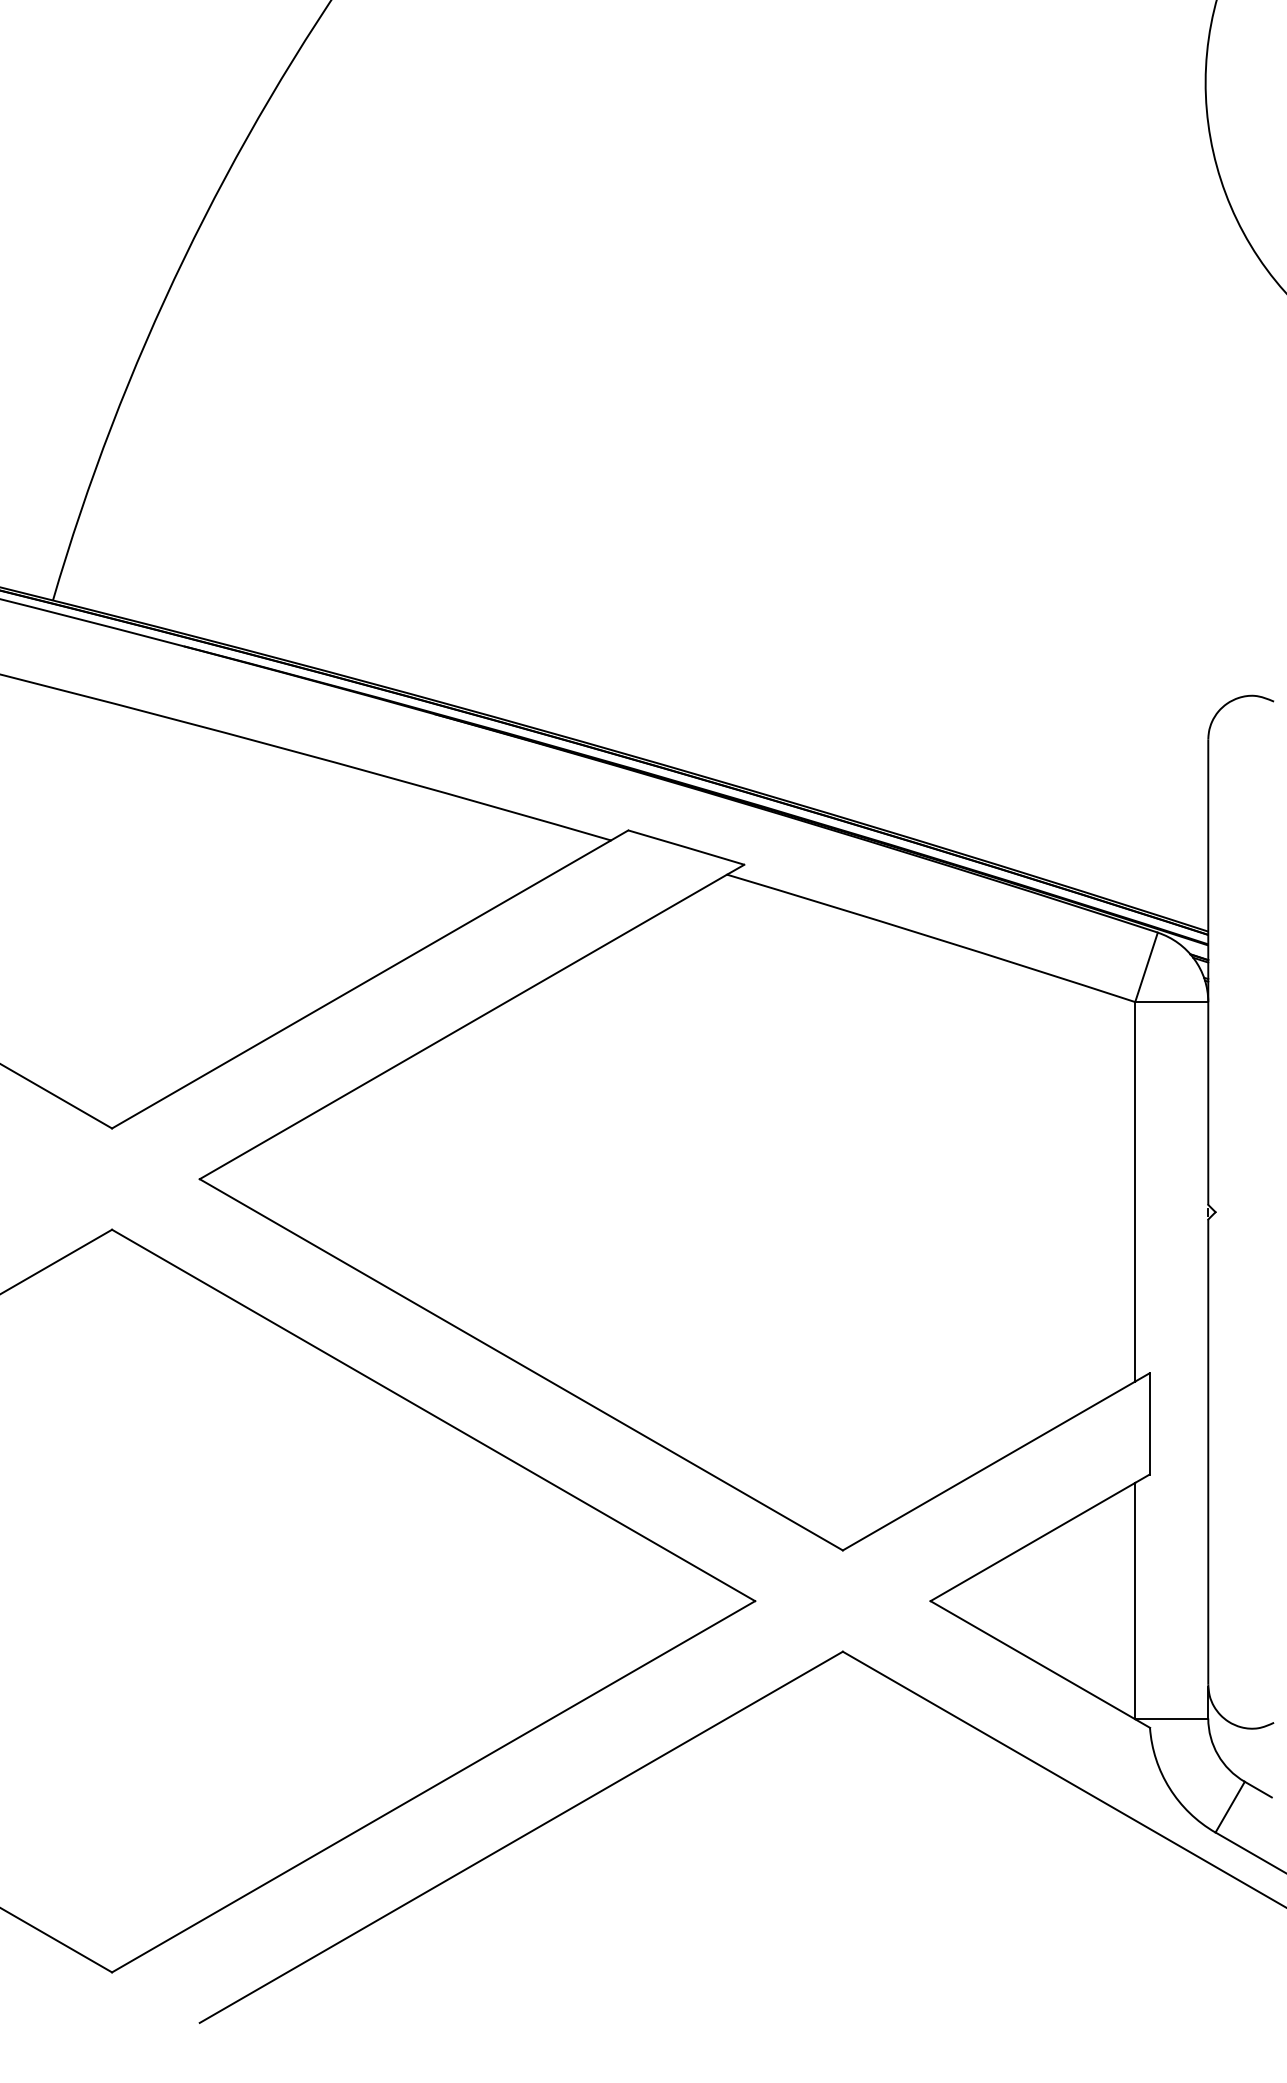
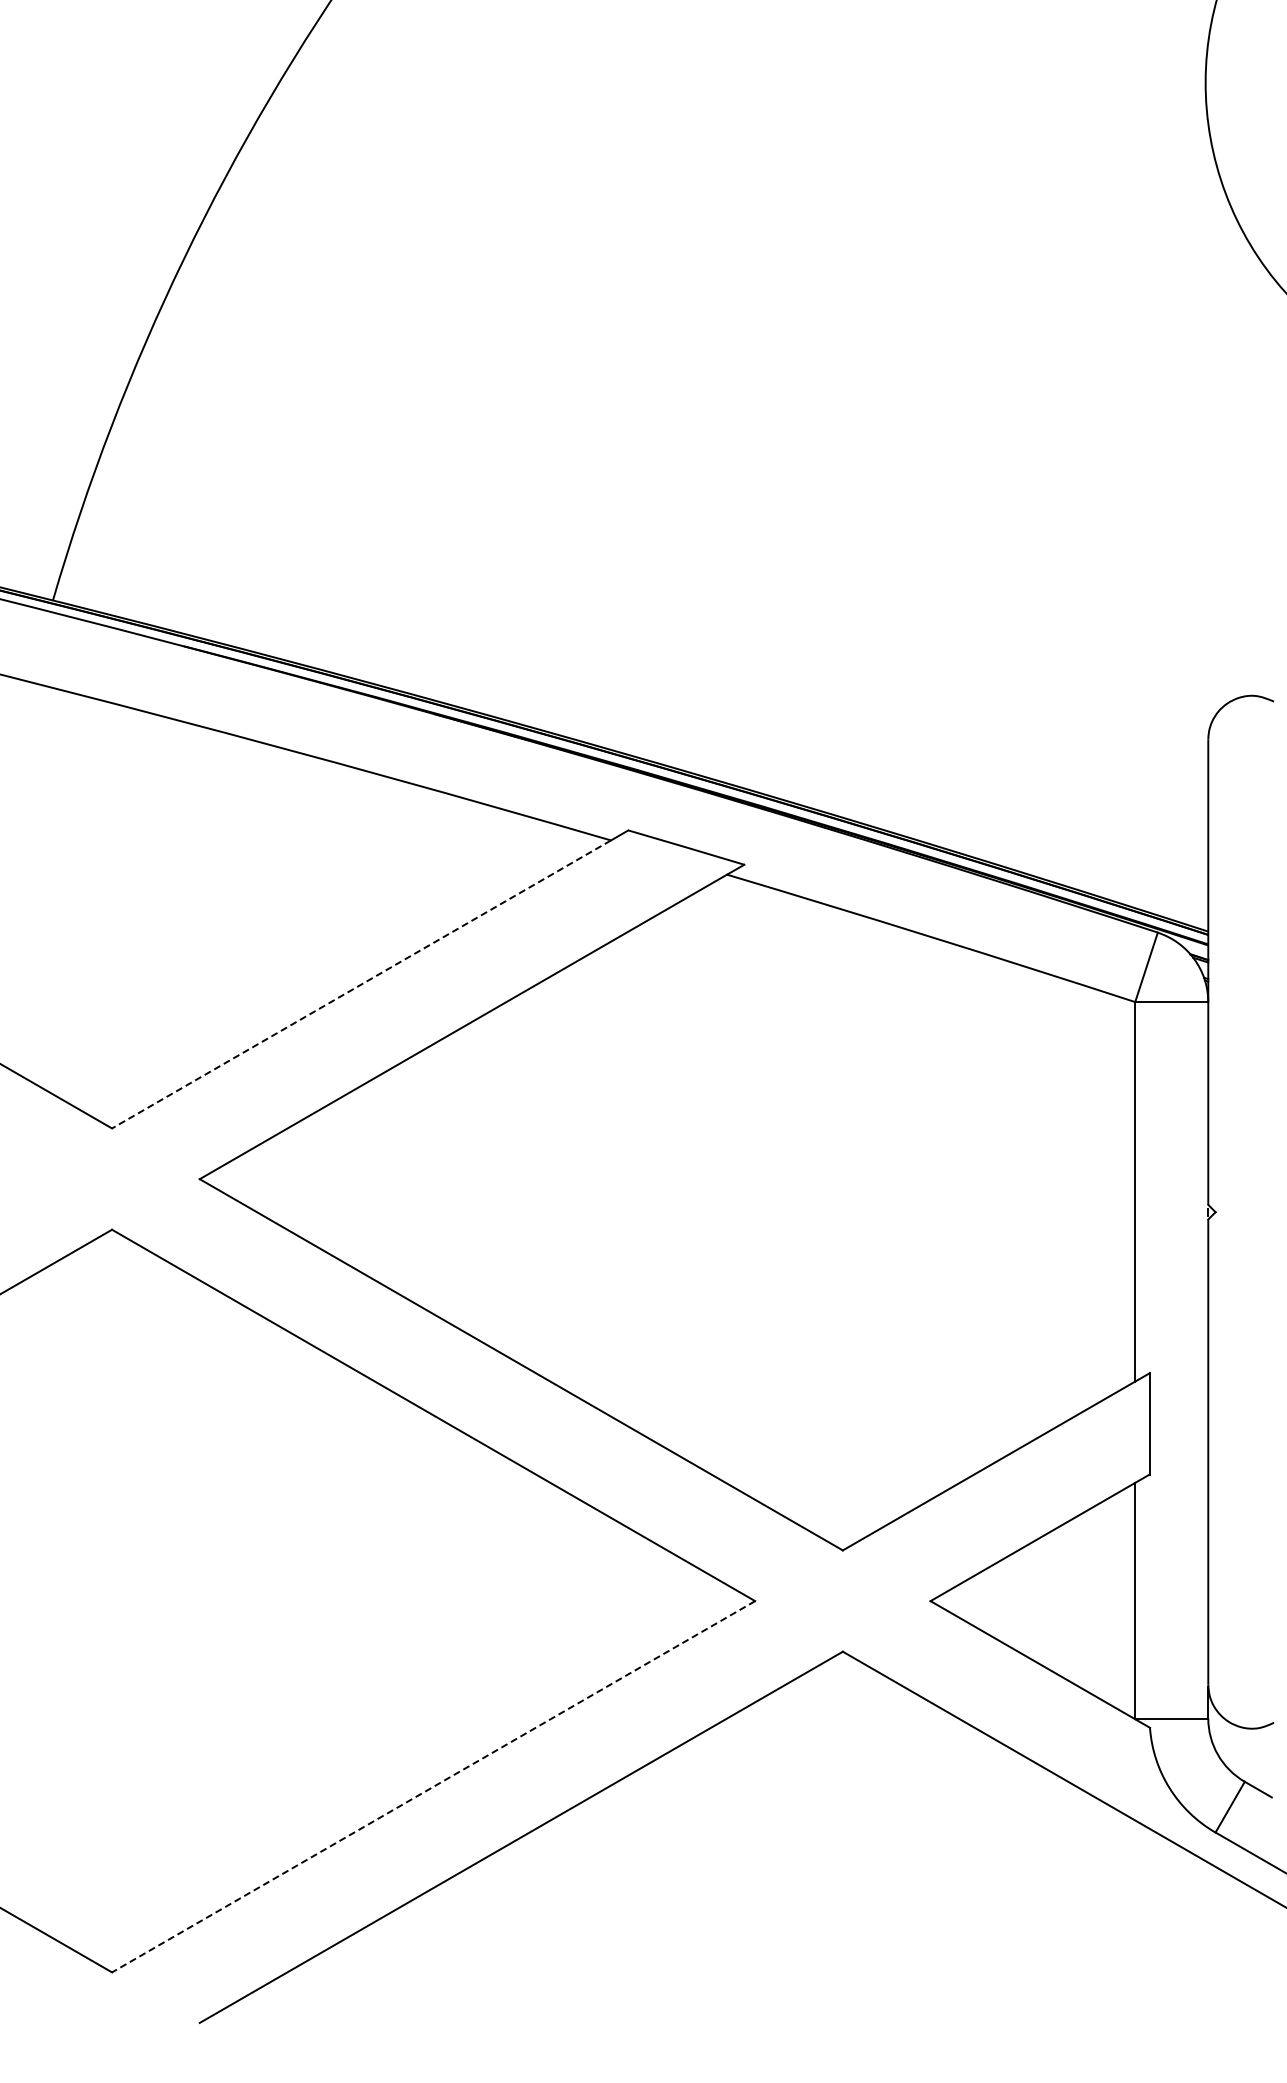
line at (361, 984): solid -> dashed
line at (433, 1787): solid -> dashed
